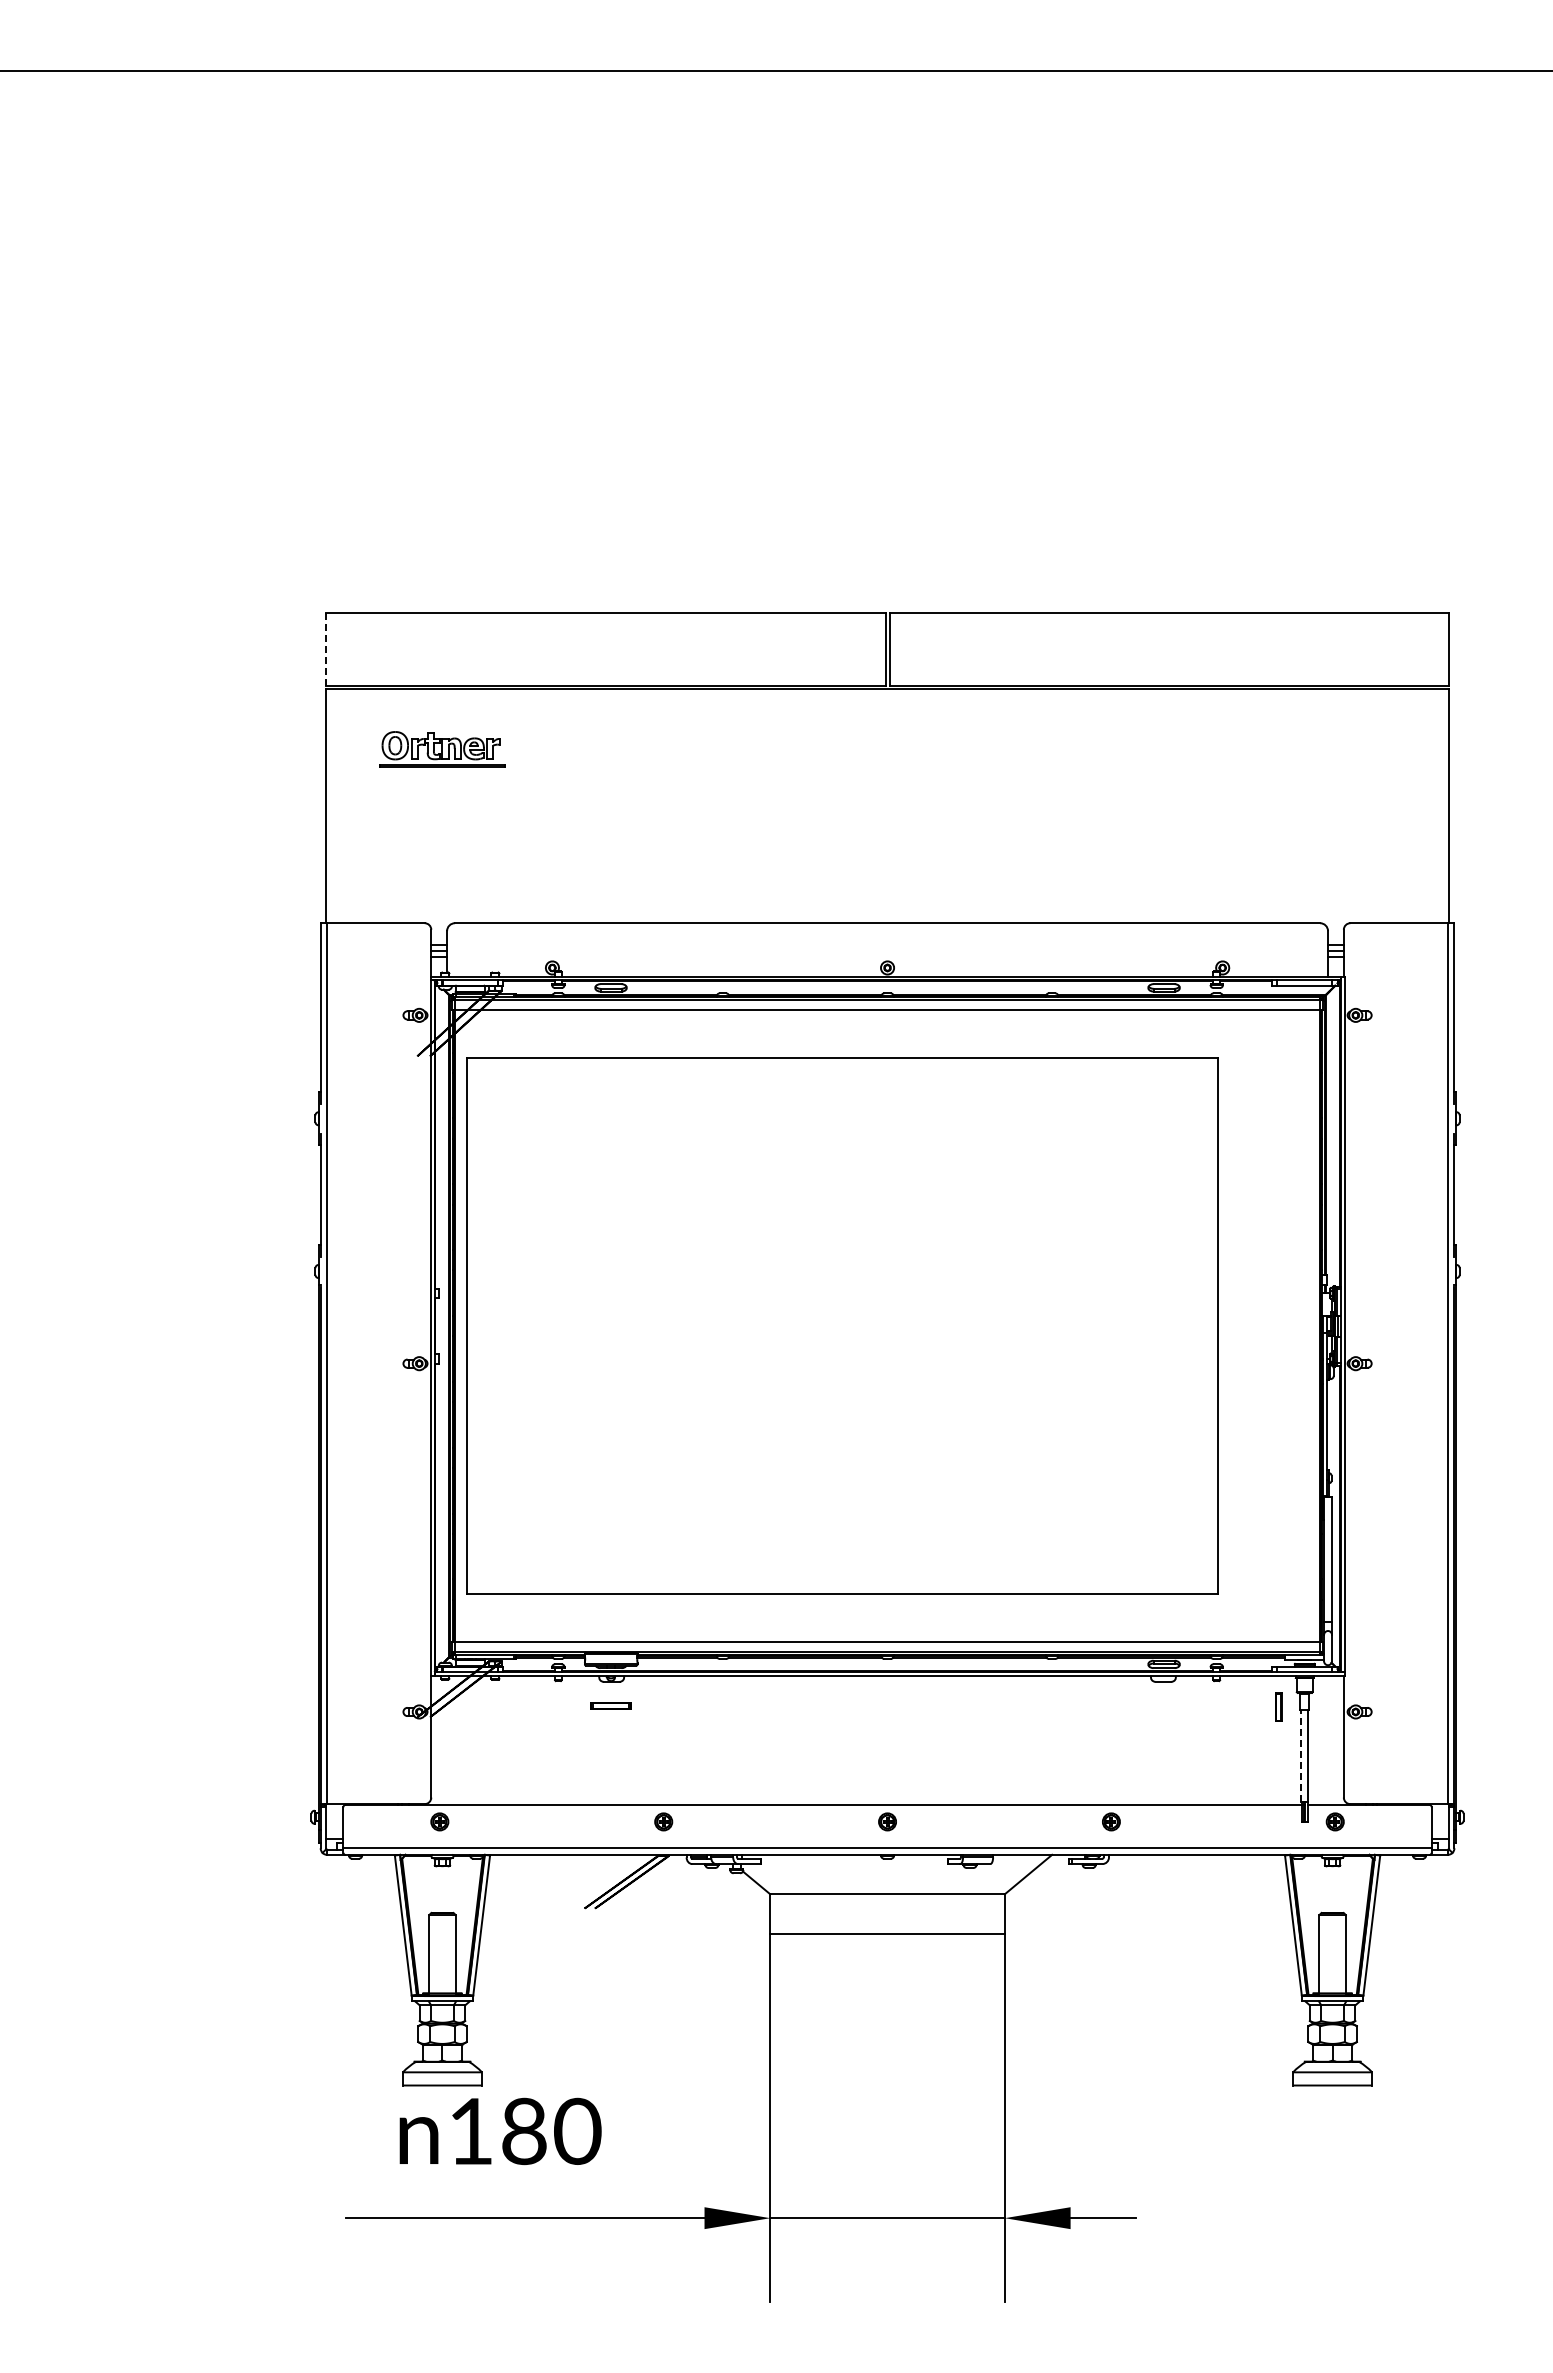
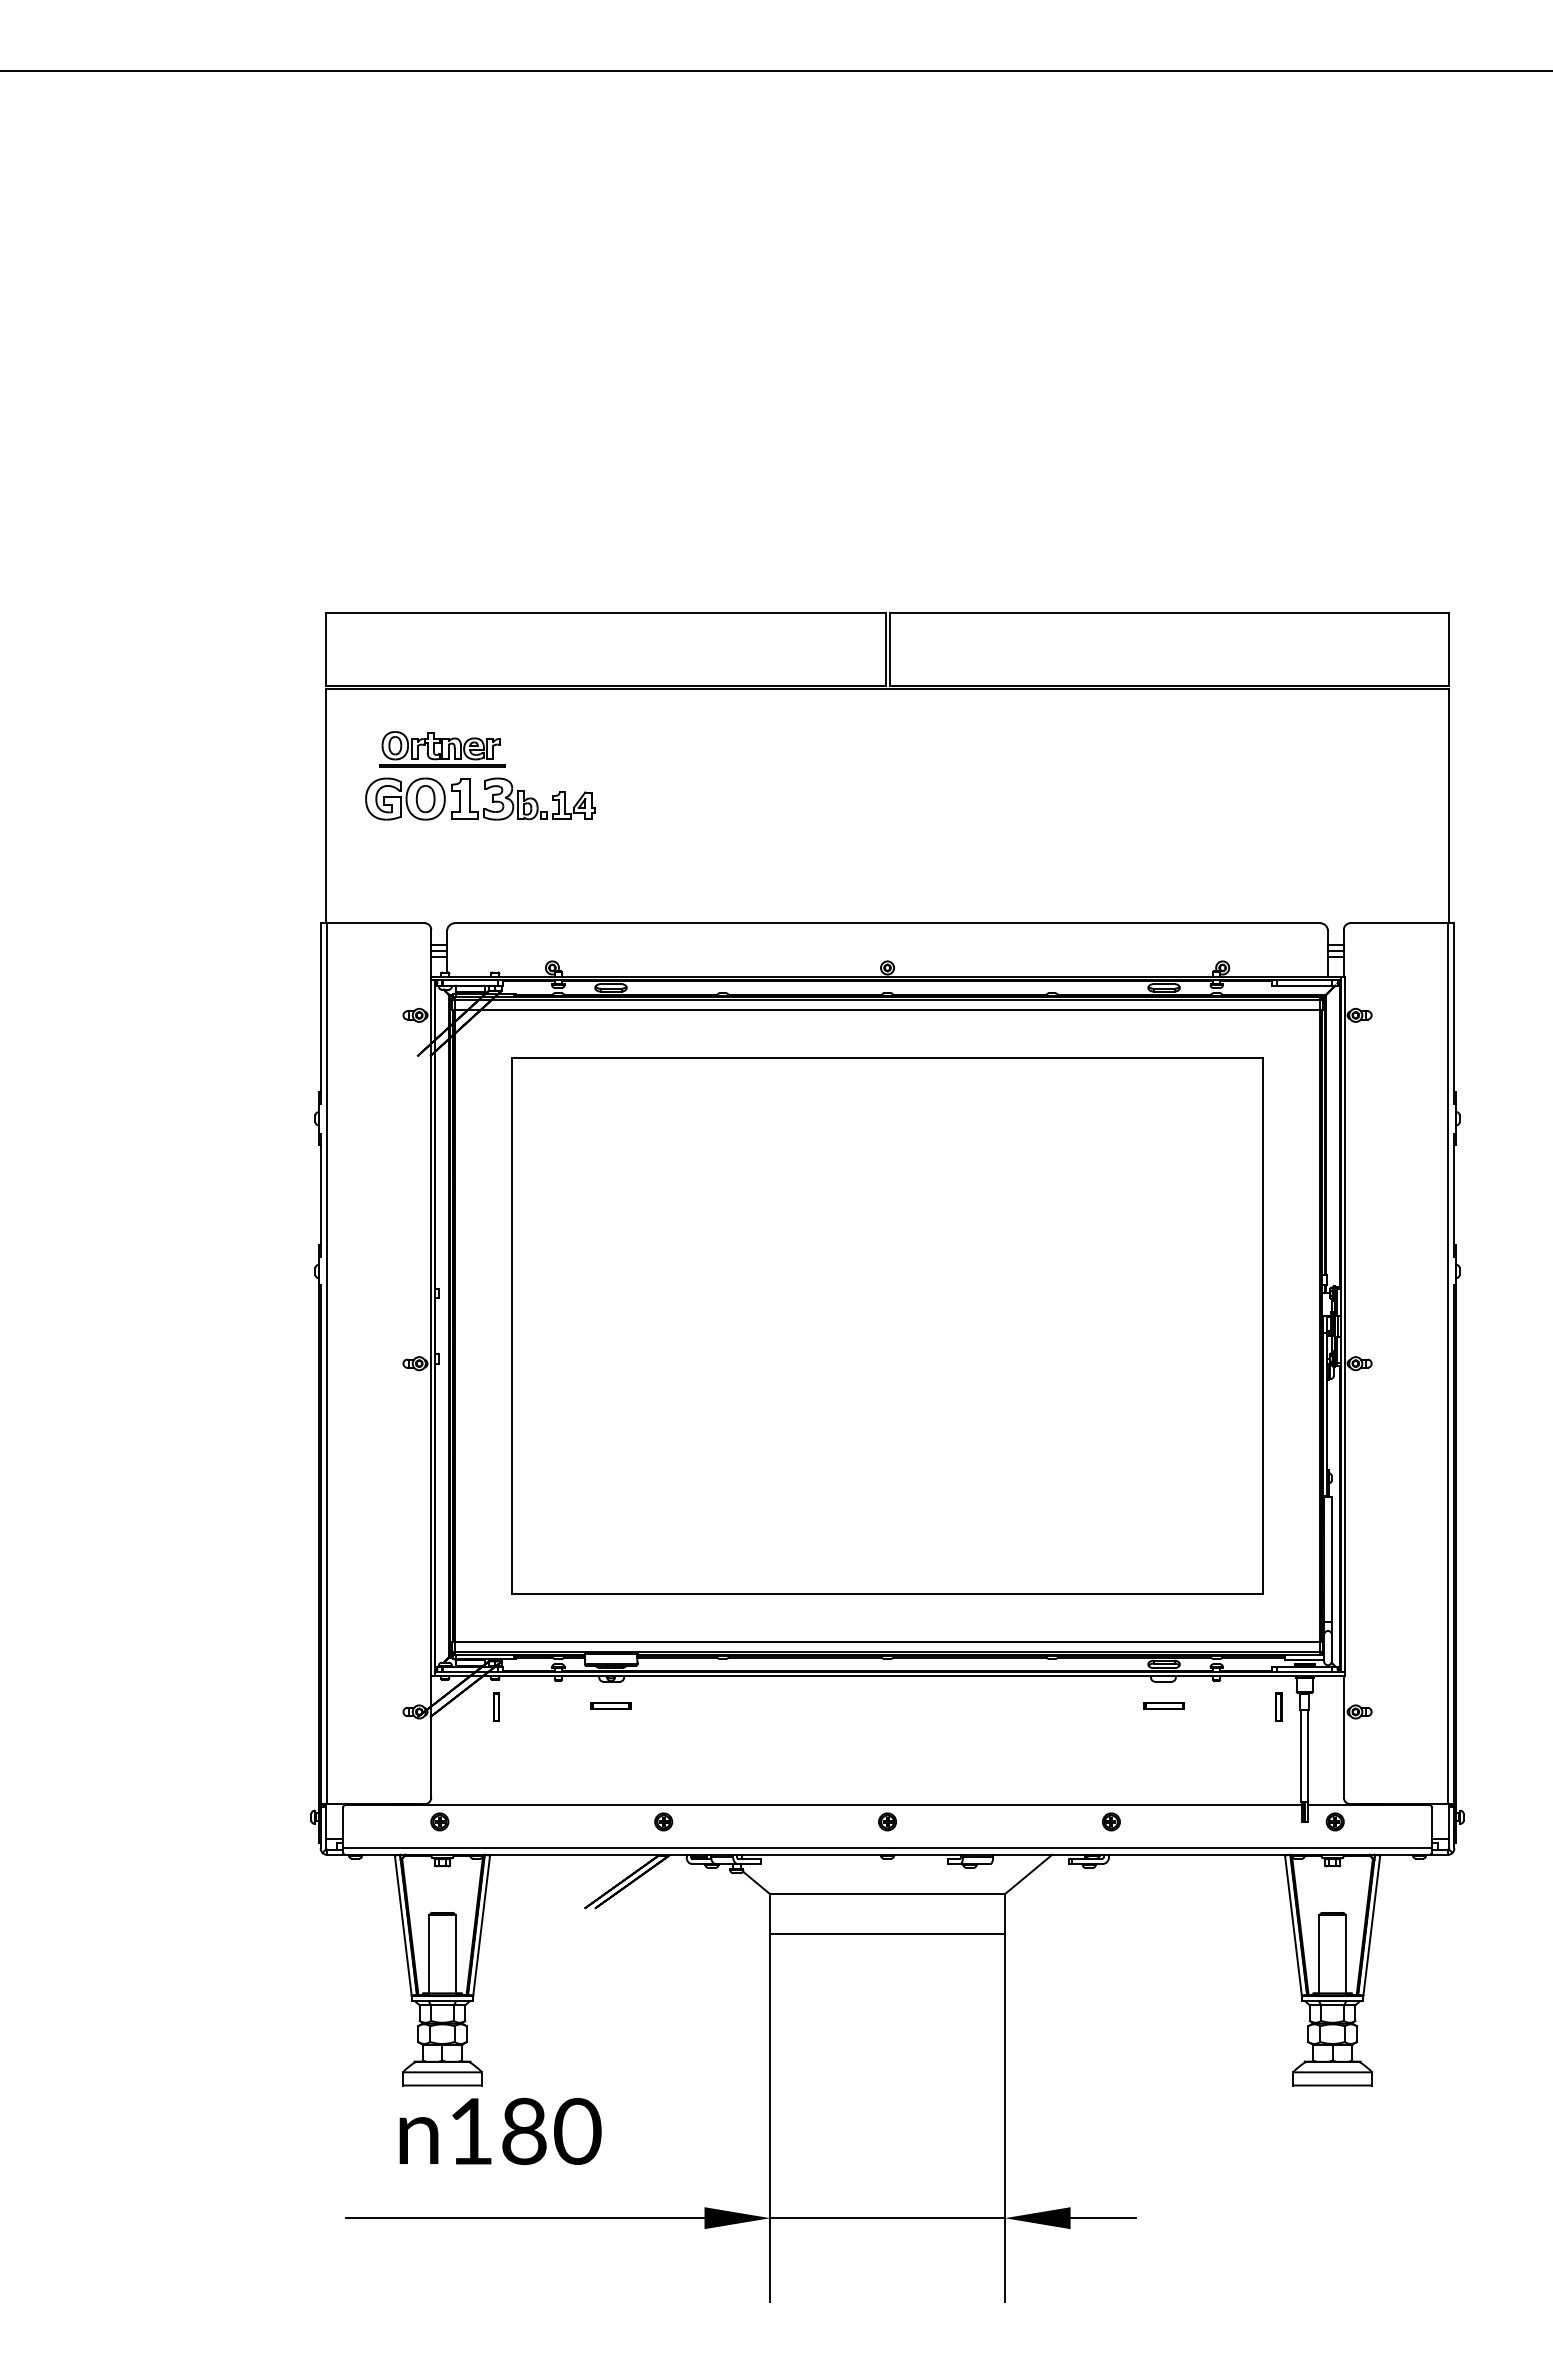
line at (325, 648): dashed -> solid
part at (484, 789): none -> present
part at (842, 1325) position: (842, 1325) -> (887, 1325)
part at (1163, 1705): none -> present
part at (496, 1706): none -> present
line at (1301, 1755): dashed -> solid
